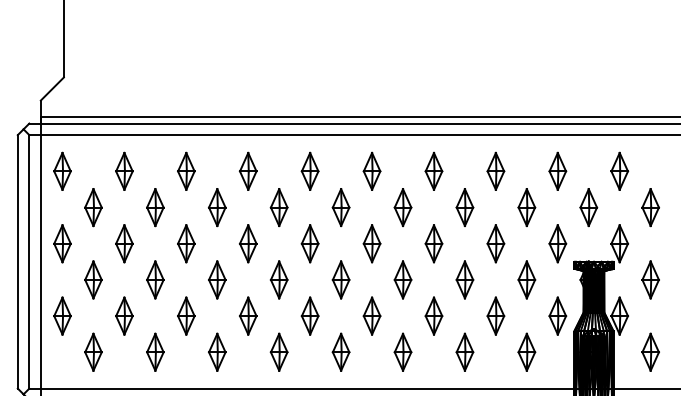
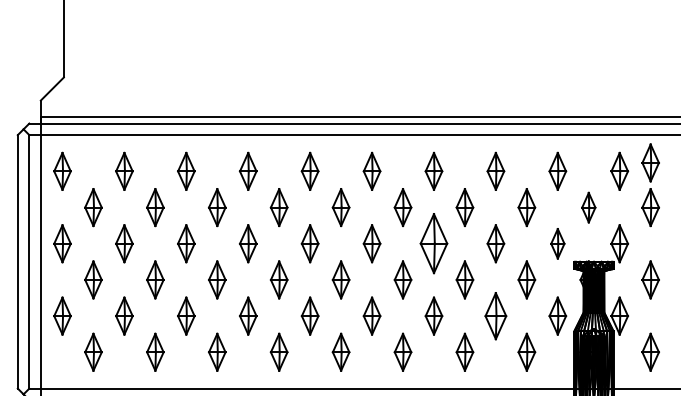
part at (650, 162): none -> present
part at (588, 207) size: 20x40 px -> 16x33 px
part at (433, 243) size: 20x40 px -> 30x62 px
part at (557, 243) size: 20x40 px -> 16x32 px
part at (495, 315) size: 20x40 px -> 24x49 px
